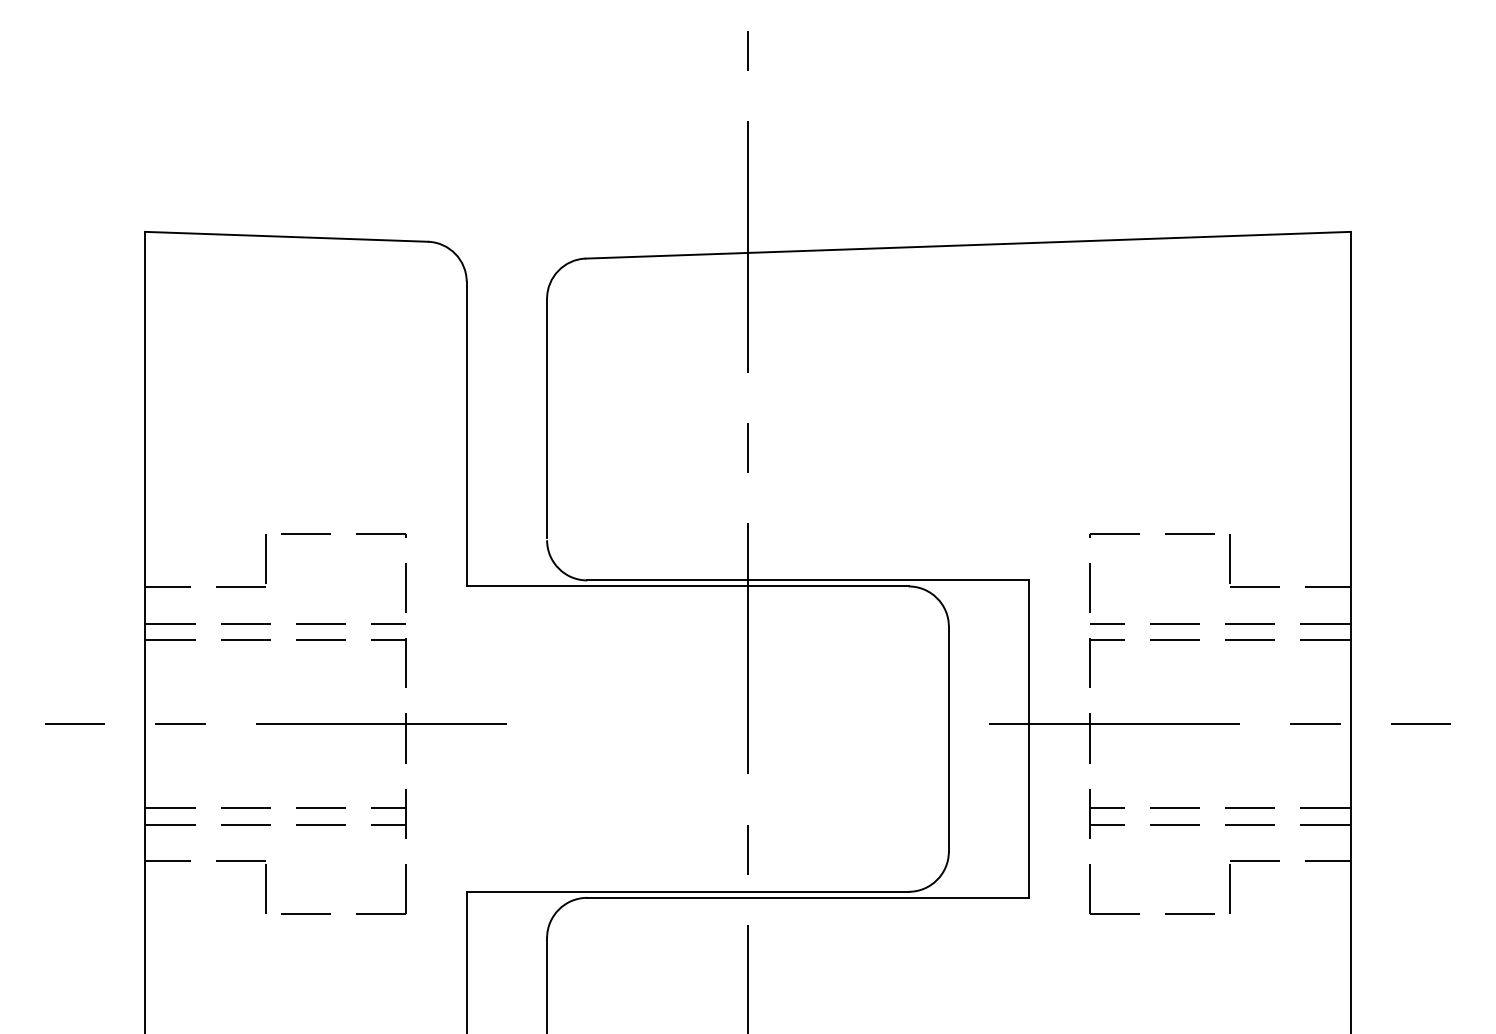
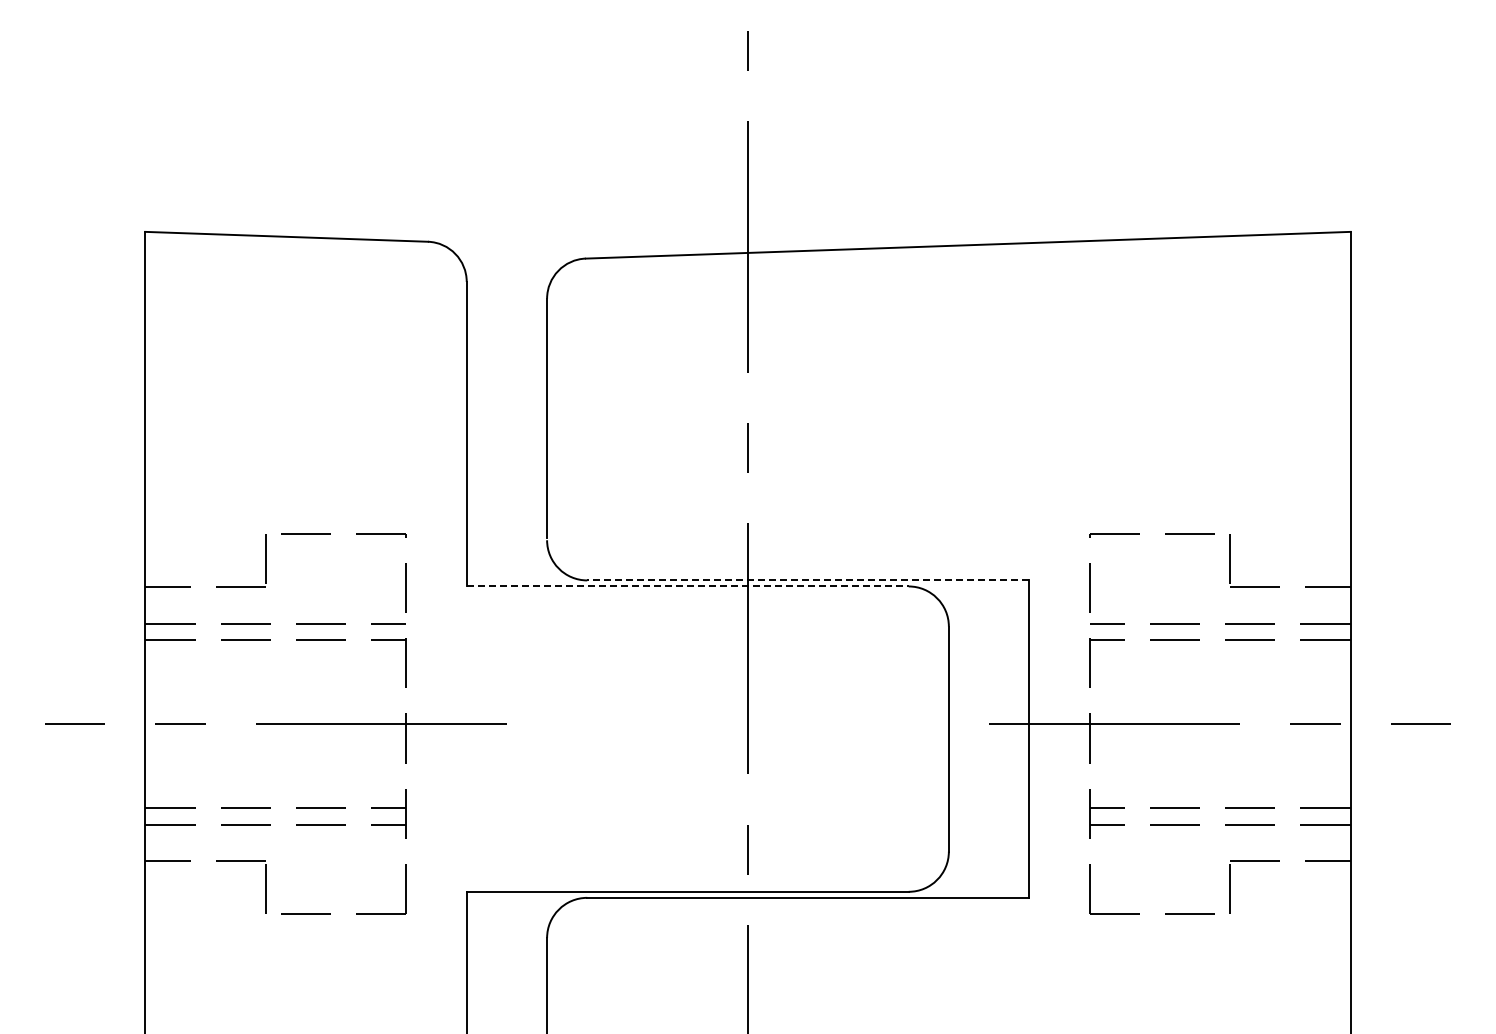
line at (808, 580): solid -> dashed
line at (687, 586): solid -> dashed
